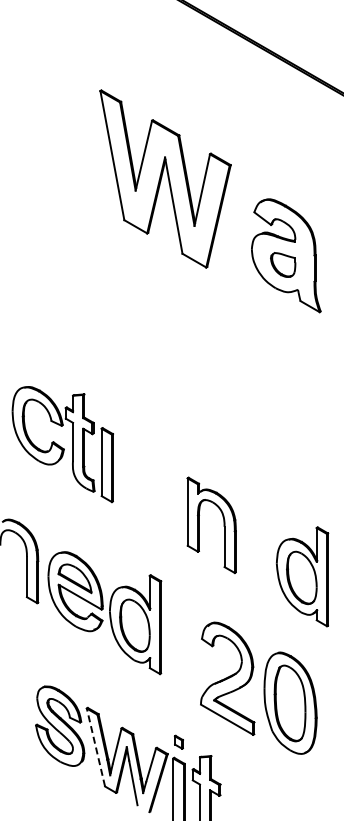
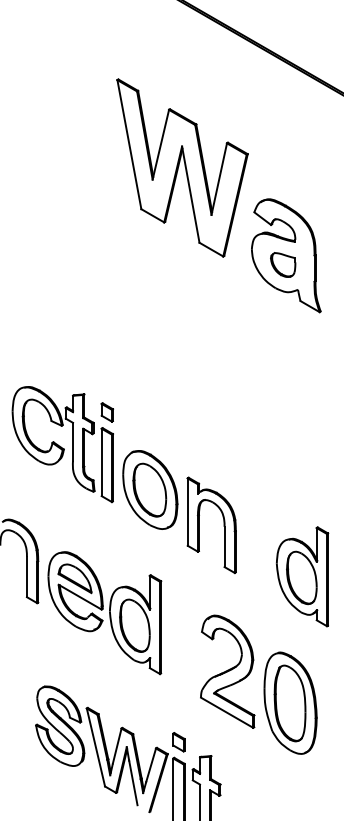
part at (165, 178) position: (165, 178) -> (182, 167)
part at (107, 412): none -> present
part at (150, 489): none -> present
part at (227, 678) position: (227, 678) -> (227, 671)
part at (178, 741) size: 10x16 px -> 14x21 px
line at (95, 747): dashed -> solid
